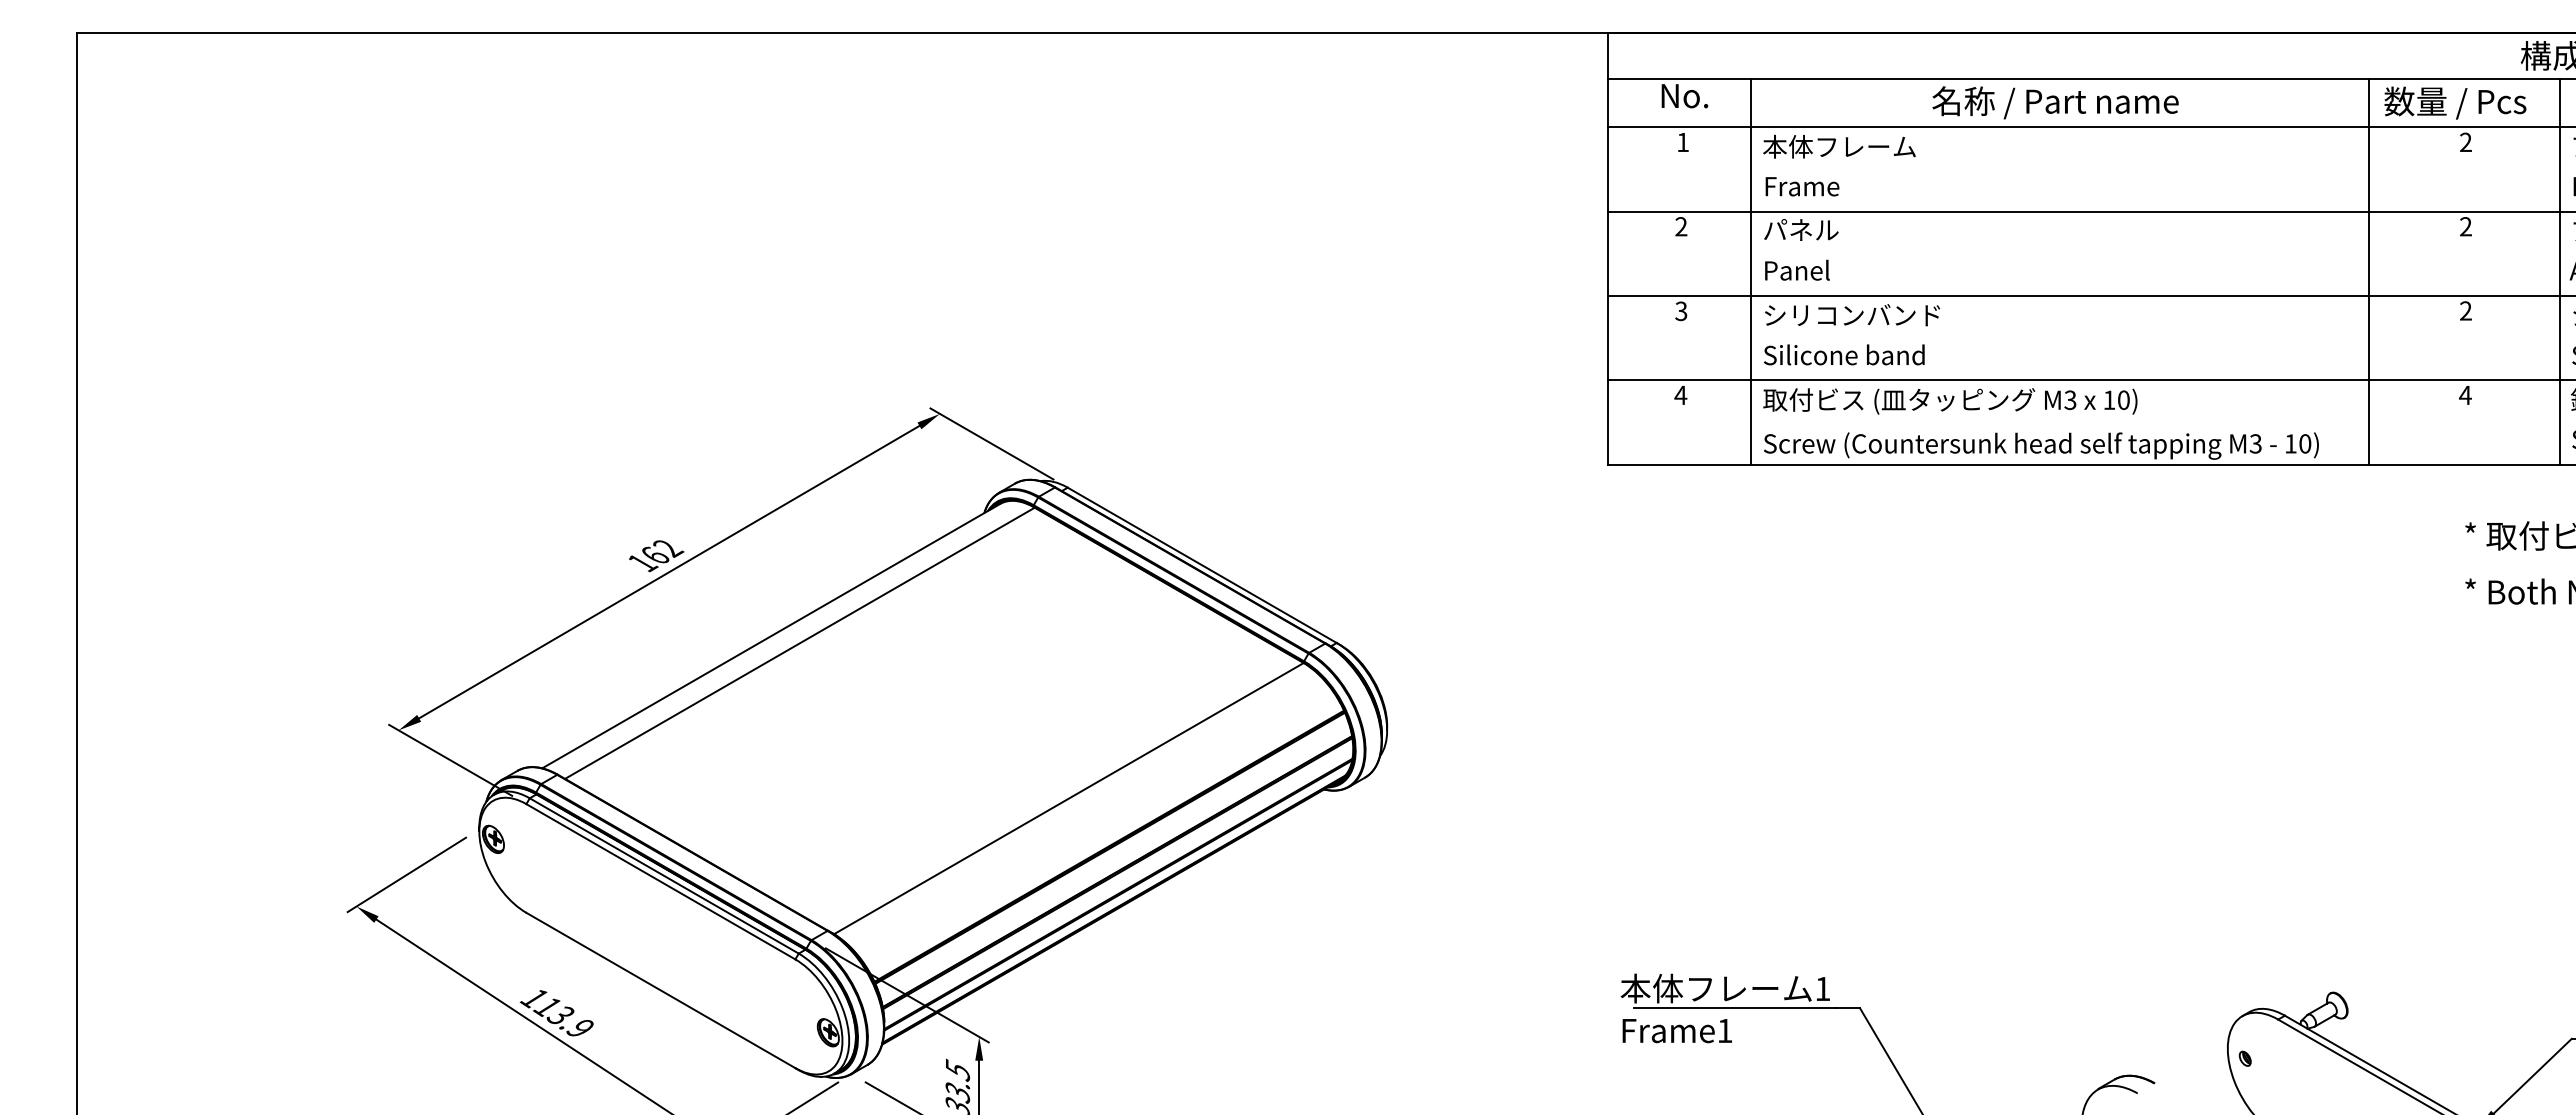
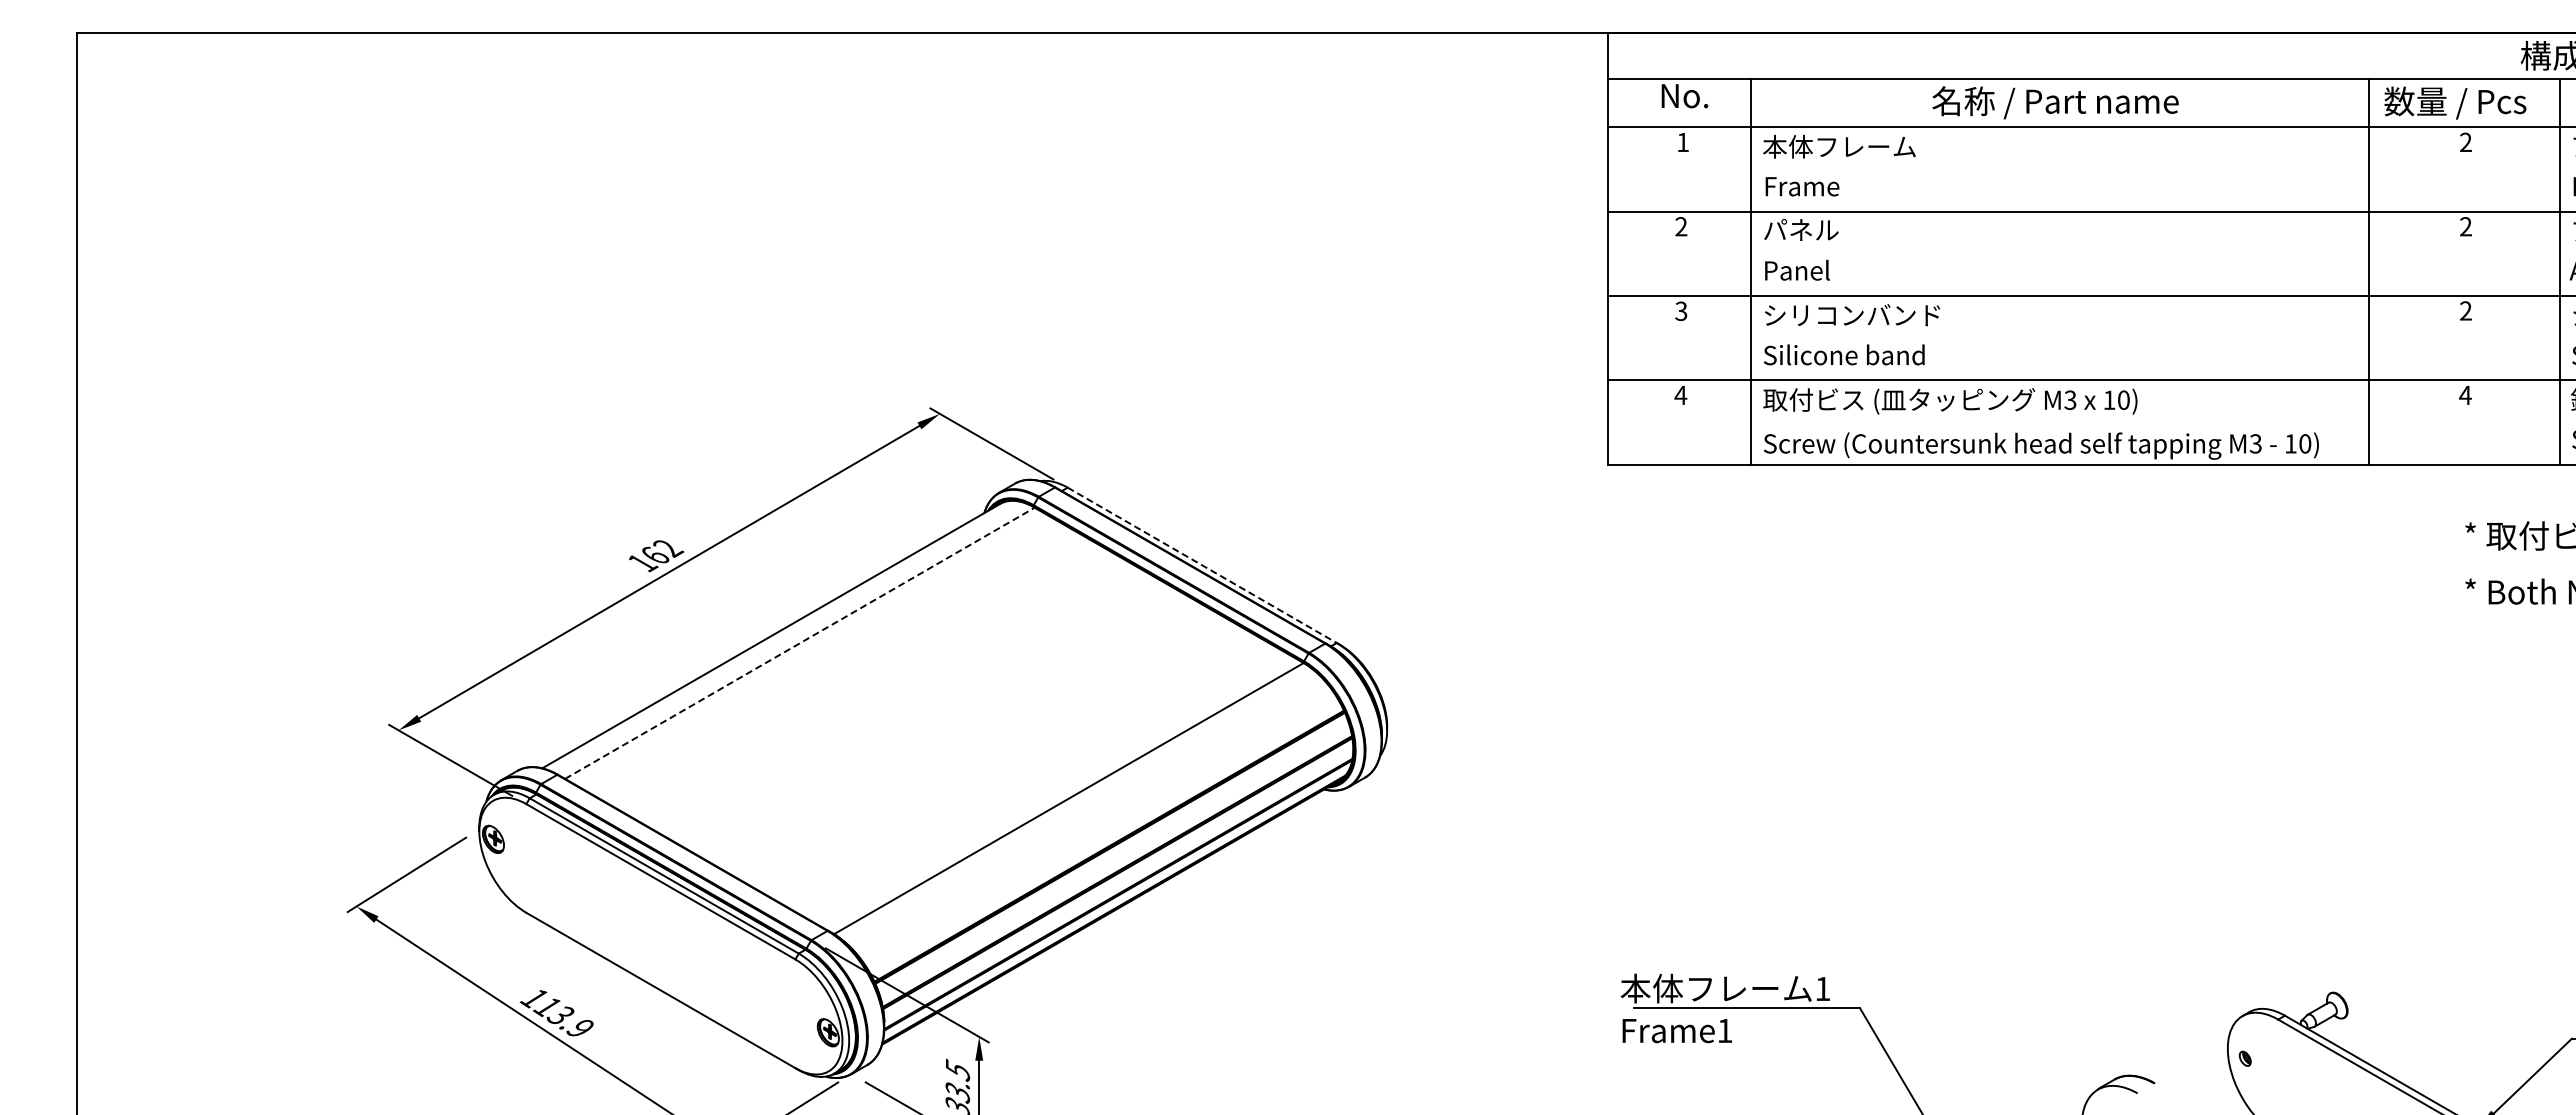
line at (1202, 565): solid -> dashed
line at (800, 643): solid -> dashed
